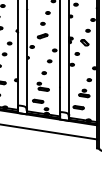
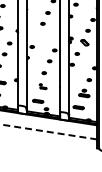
part at (42, 36): present -> none
part at (42, 86) size: 14x11 px -> 10x8 px
line at (48, 131): solid -> dashed
